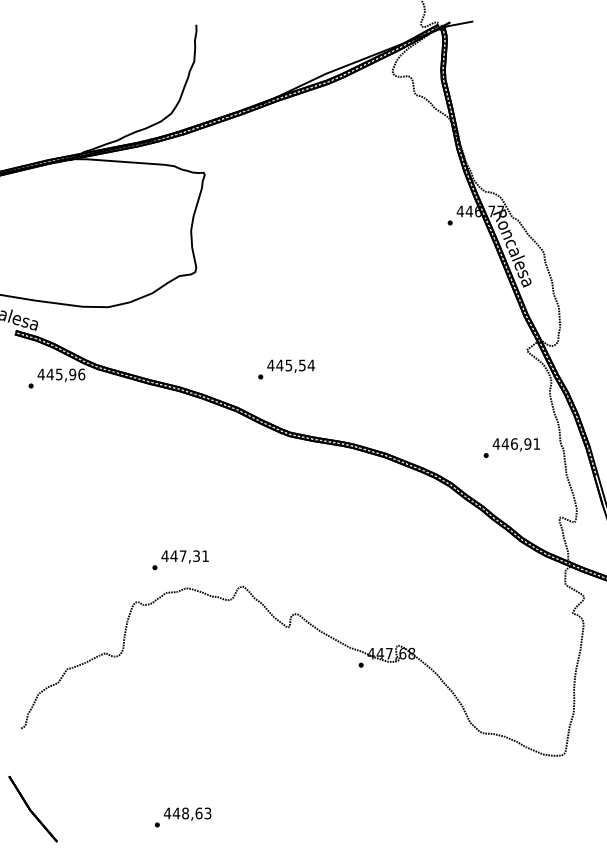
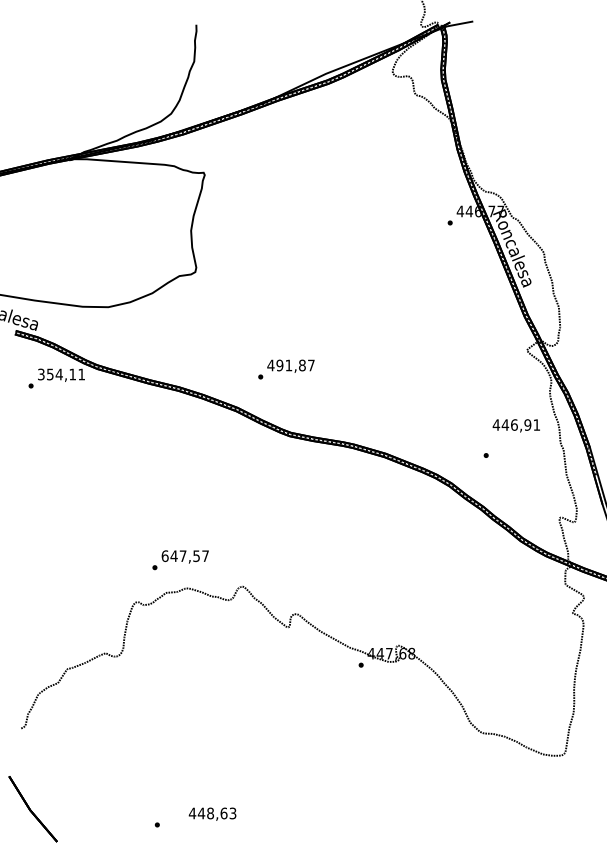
text at (295, 365): 445,54 -> 491,87
text at (61, 374): 445,96 -> 354,11
text at (515, 444) position: (515, 444) -> (515, 425)
text at (184, 556): 447,31 -> 647,57
text at (187, 813) position: (187, 813) -> (212, 813)
